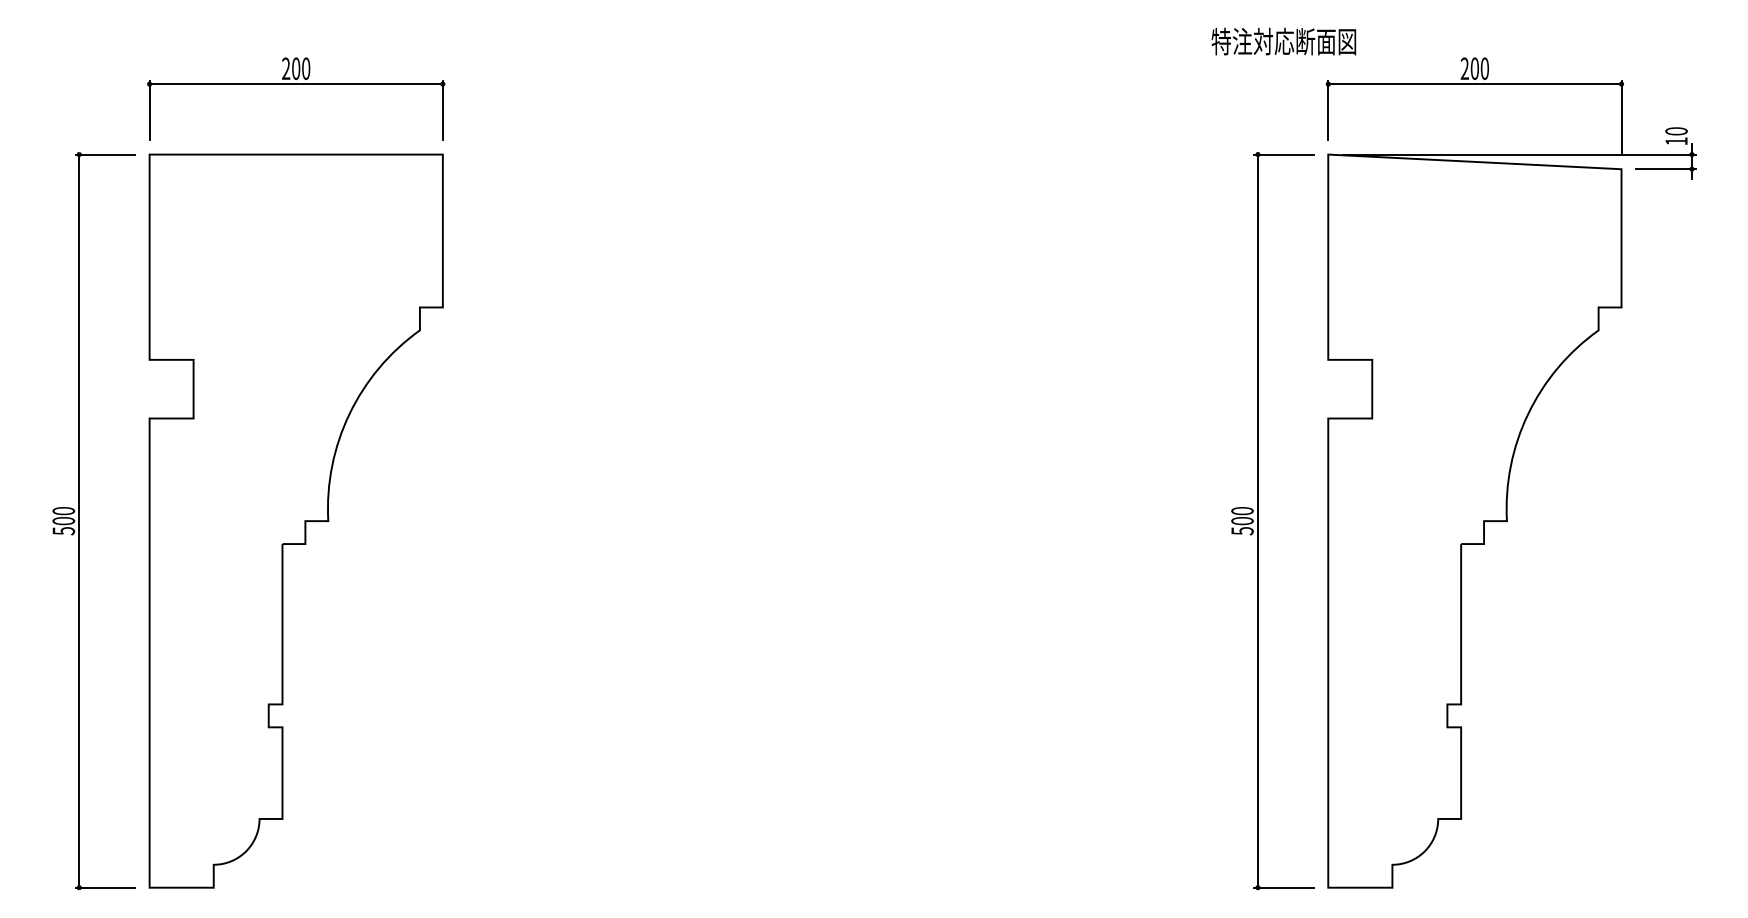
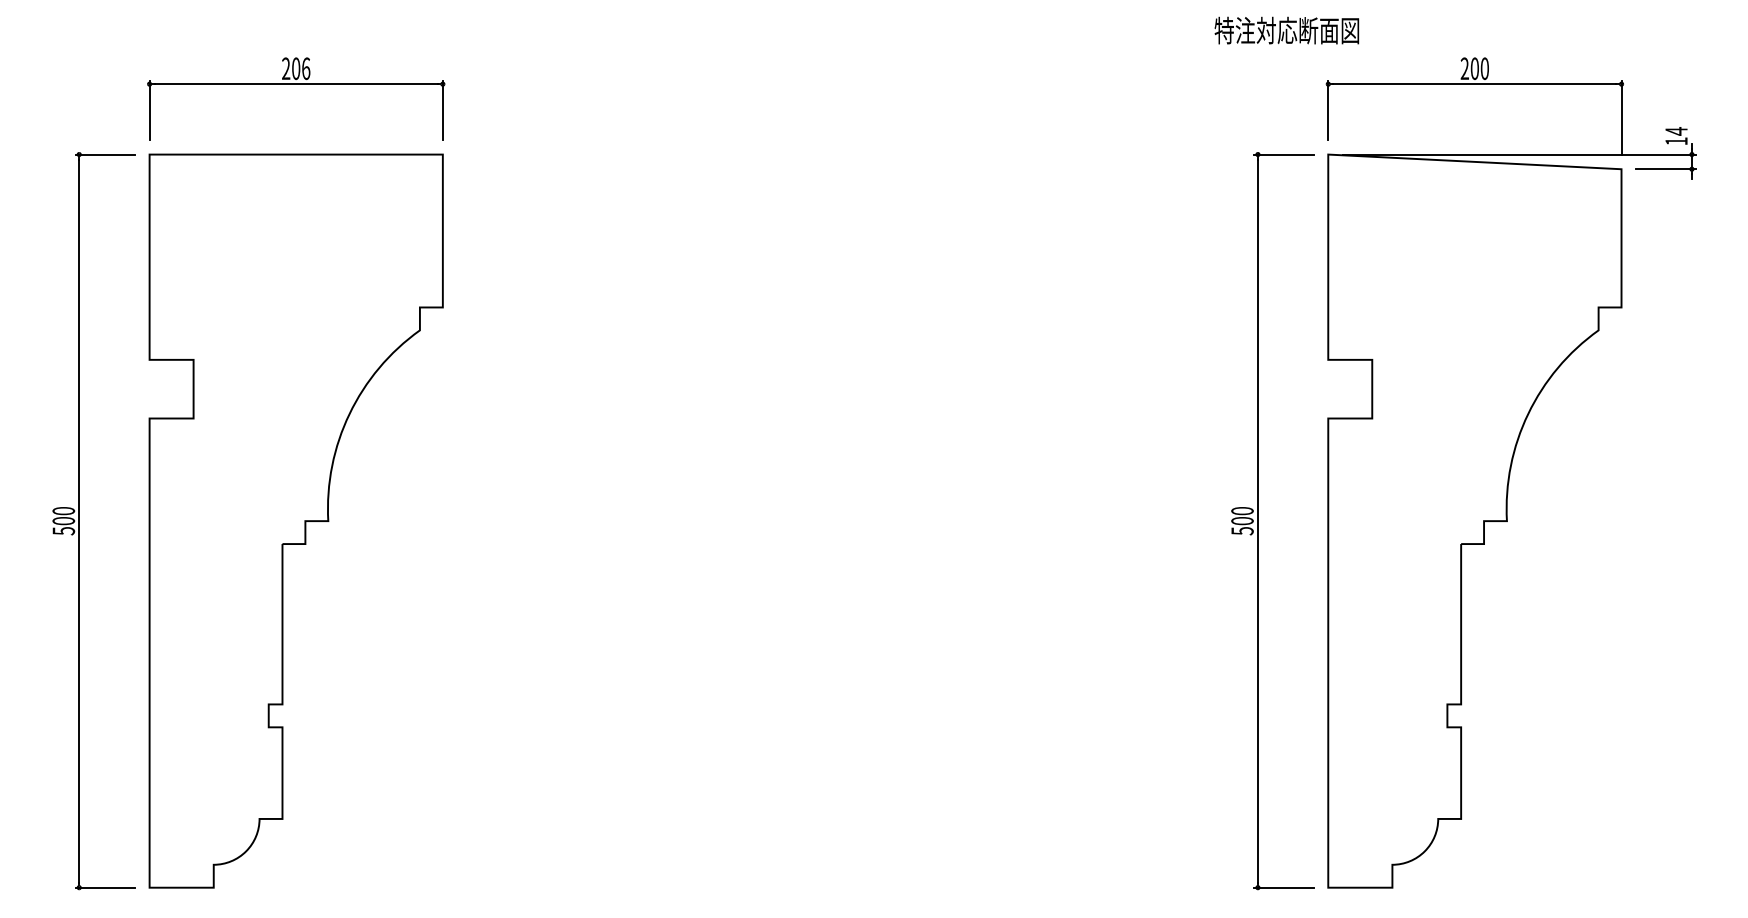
text at (1283, 41) position: (1283, 41) -> (1286, 30)
text at (306, 68): 200 -> 206
text at (1676, 131): 10 -> 14
